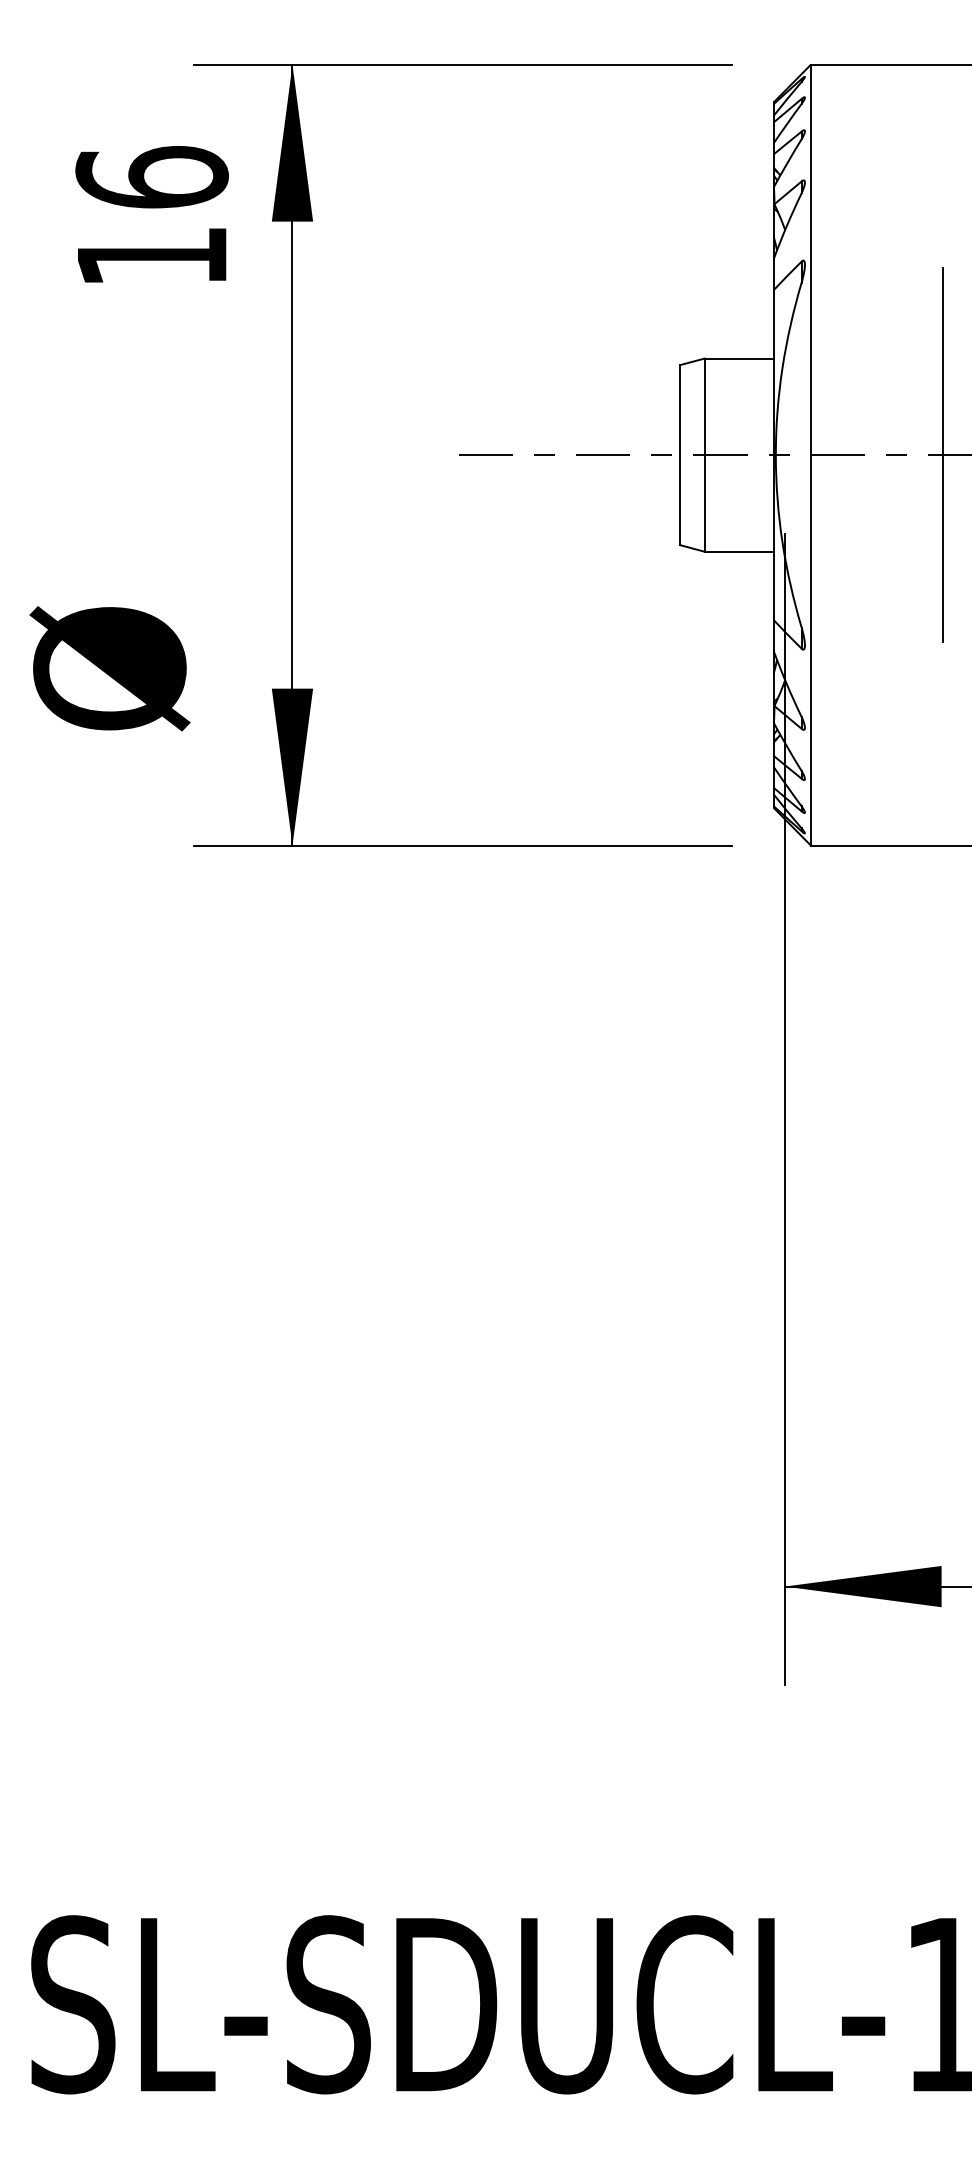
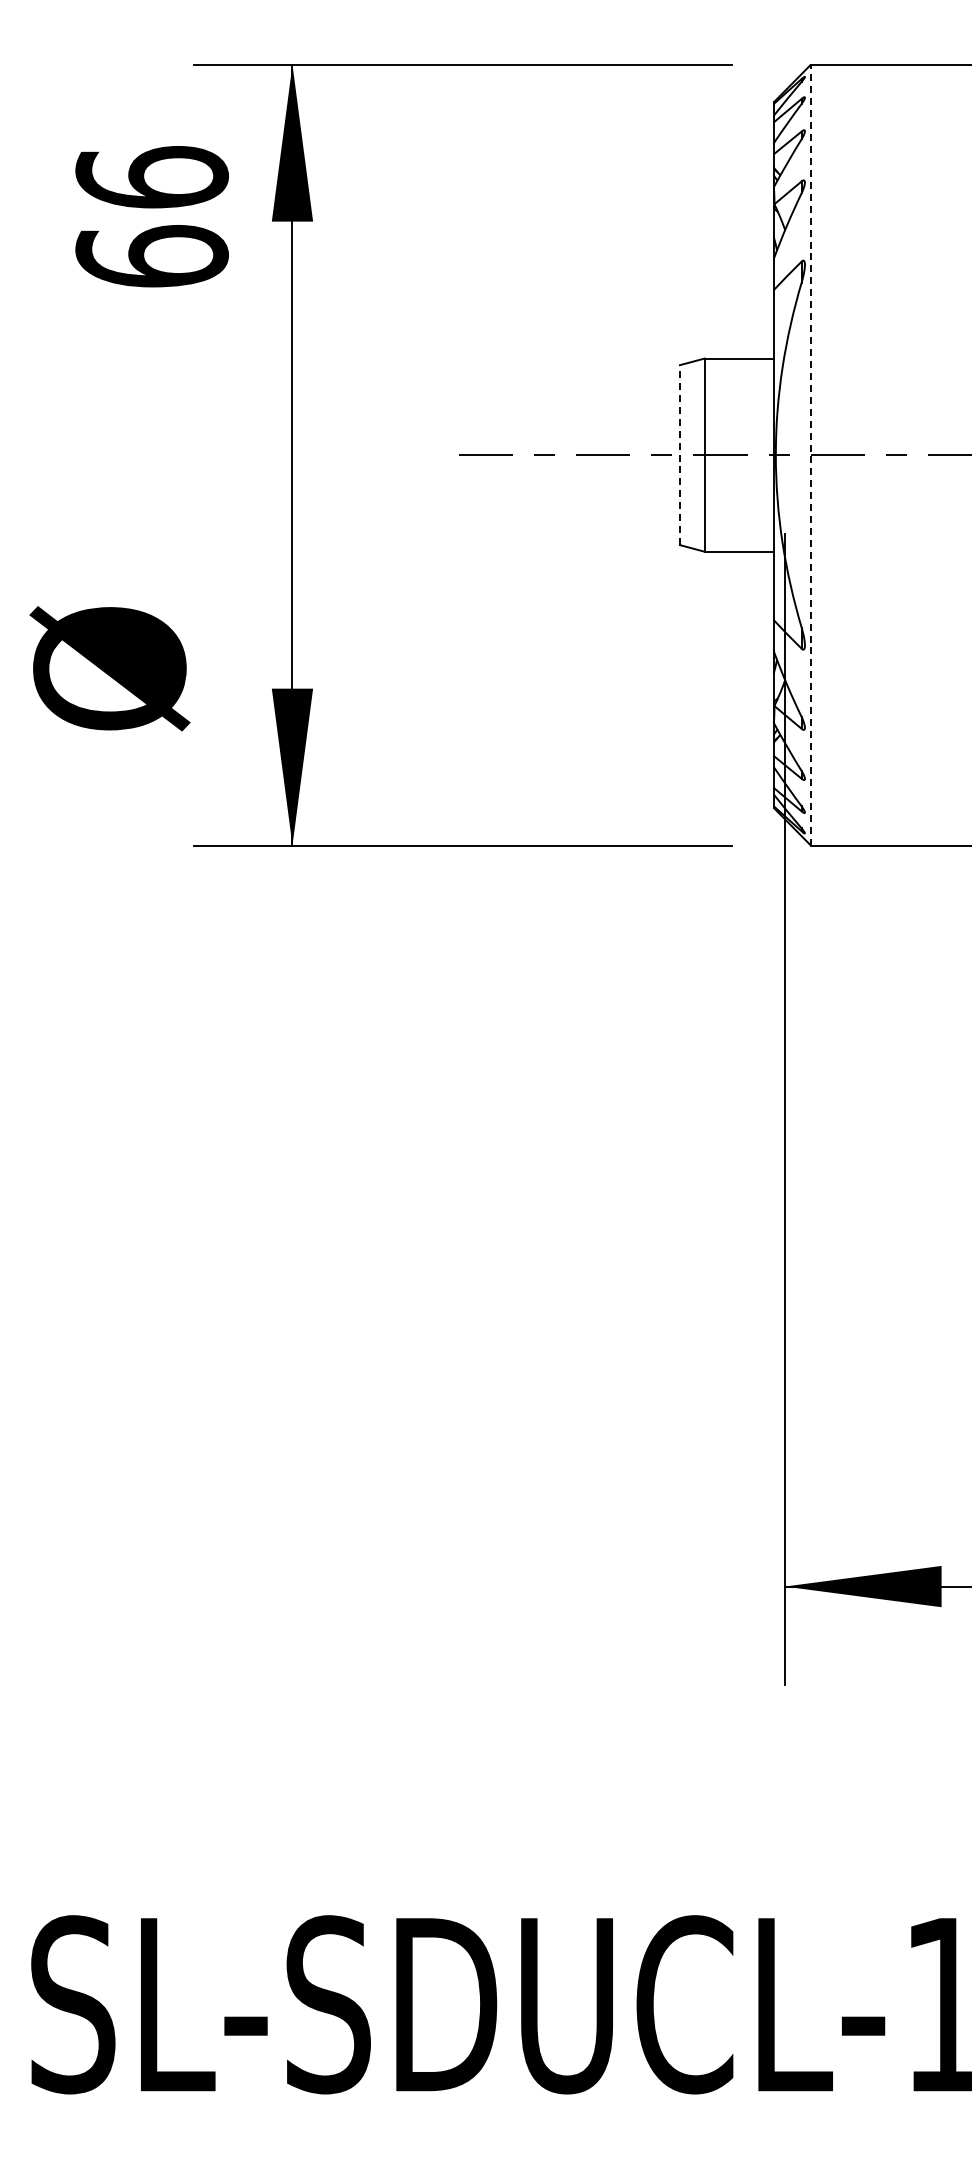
text at (151, 256): 16 -> 66
line at (810, 454): solid -> dashed
line at (942, 454): present -> none
line at (679, 455): solid -> dashed
